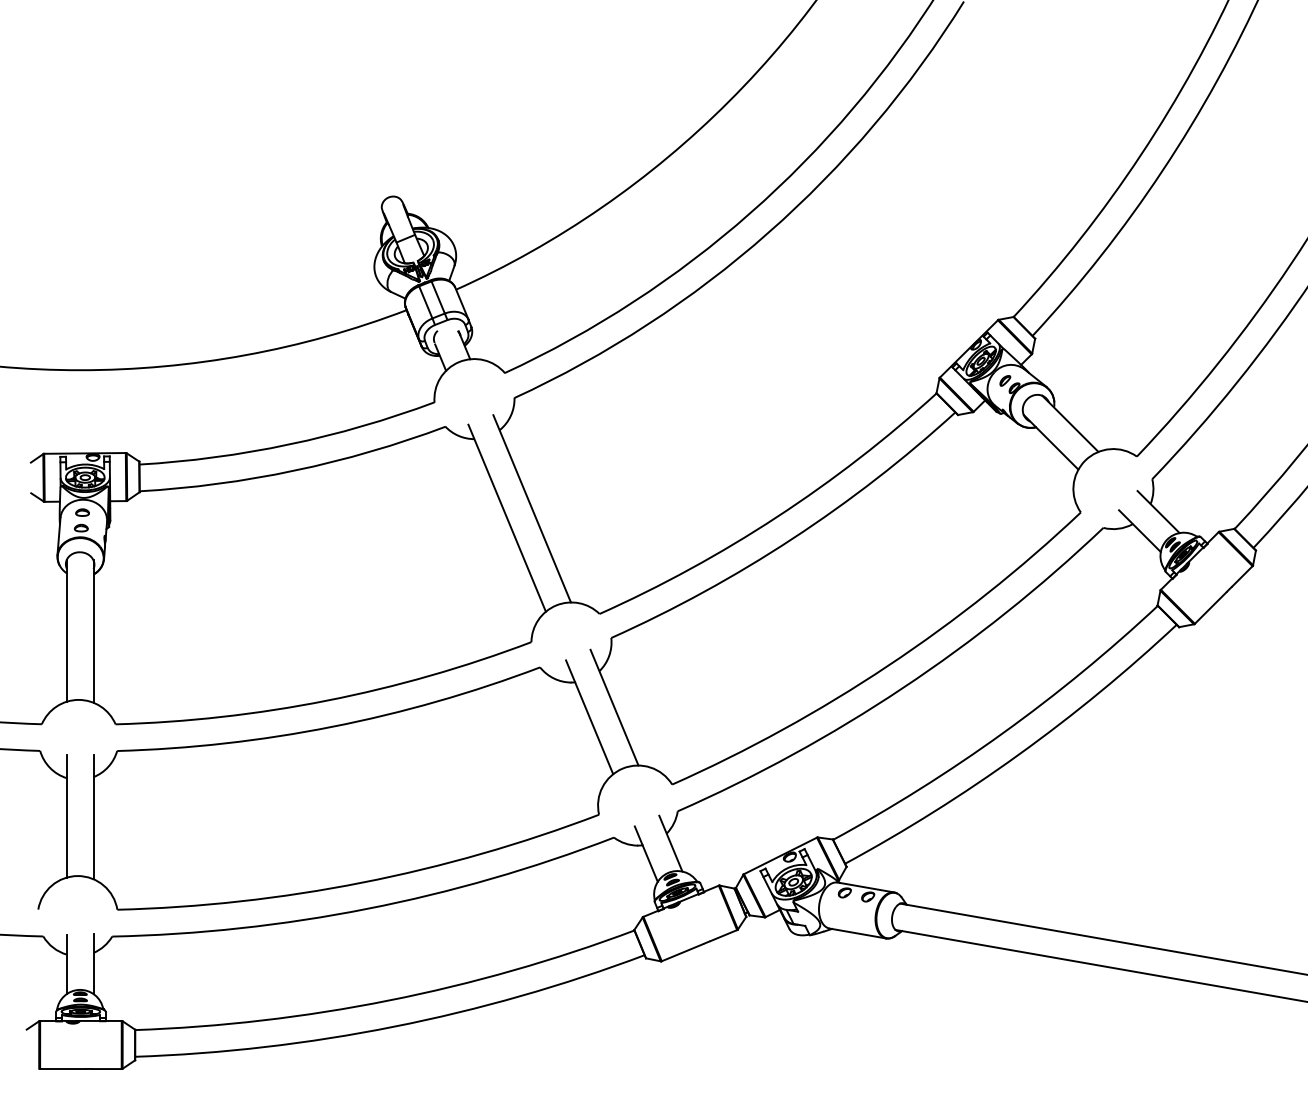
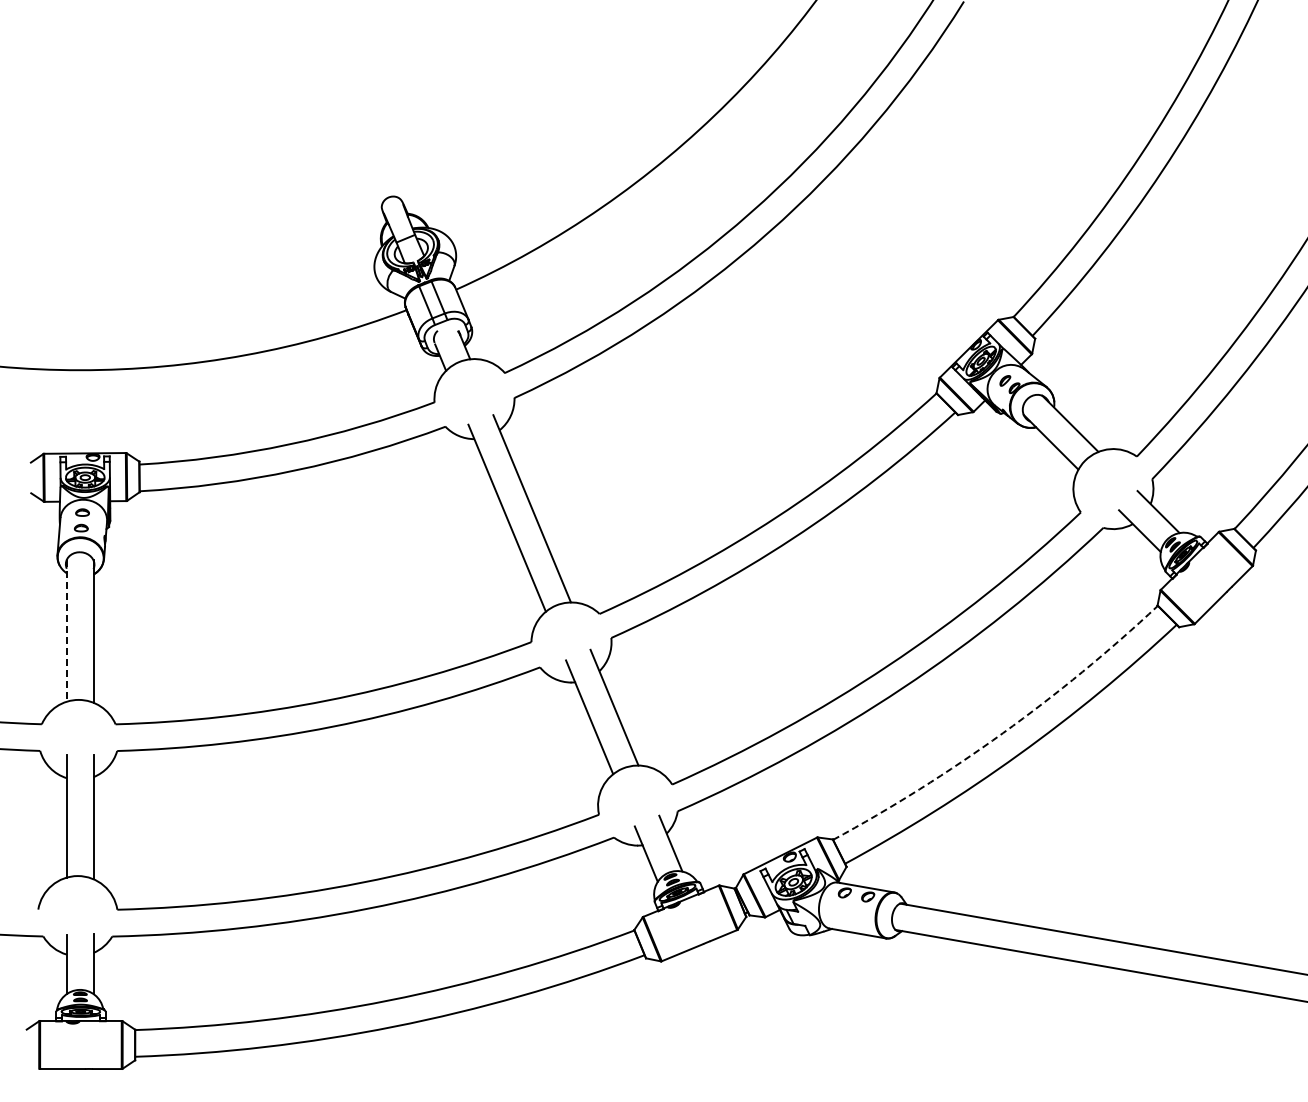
line at (66, 630): solid -> dashed
arc at (1002, 733): solid -> dashed
